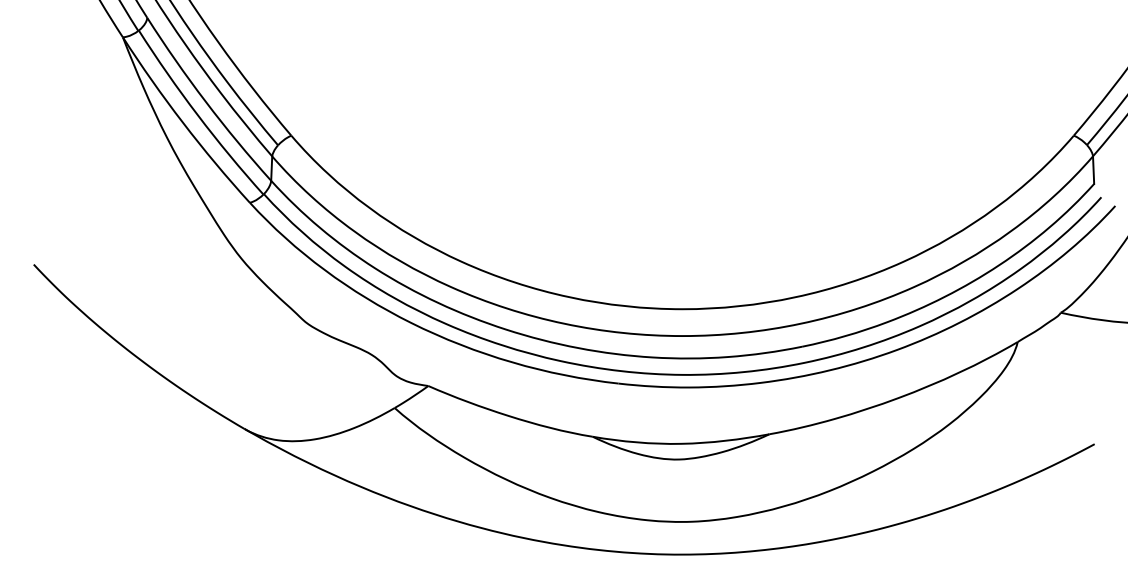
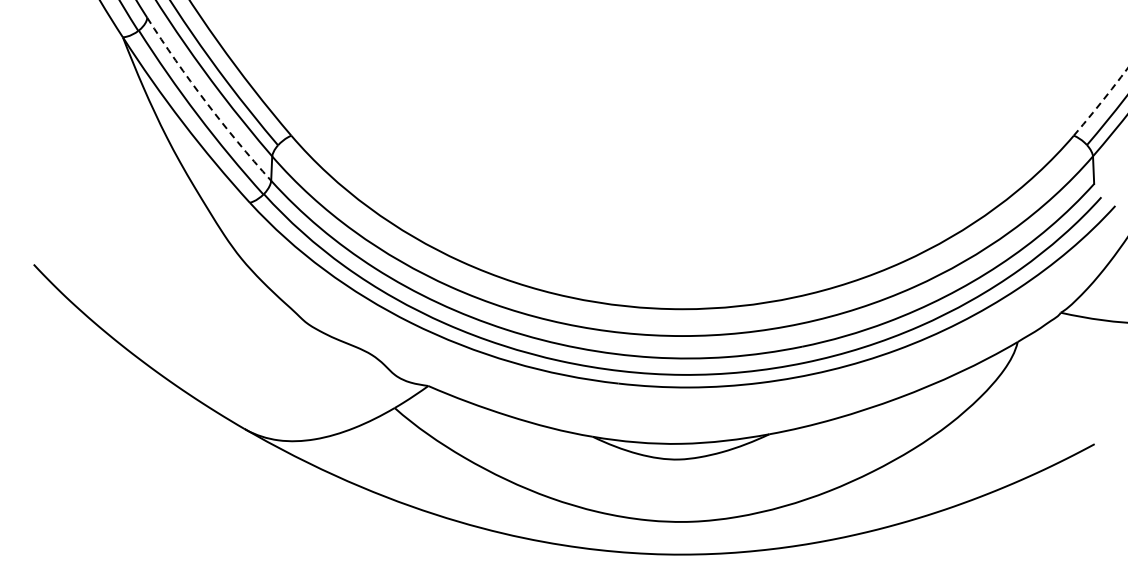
arc at (205, 101): solid -> dashed
arc at (1101, 101): solid -> dashed
